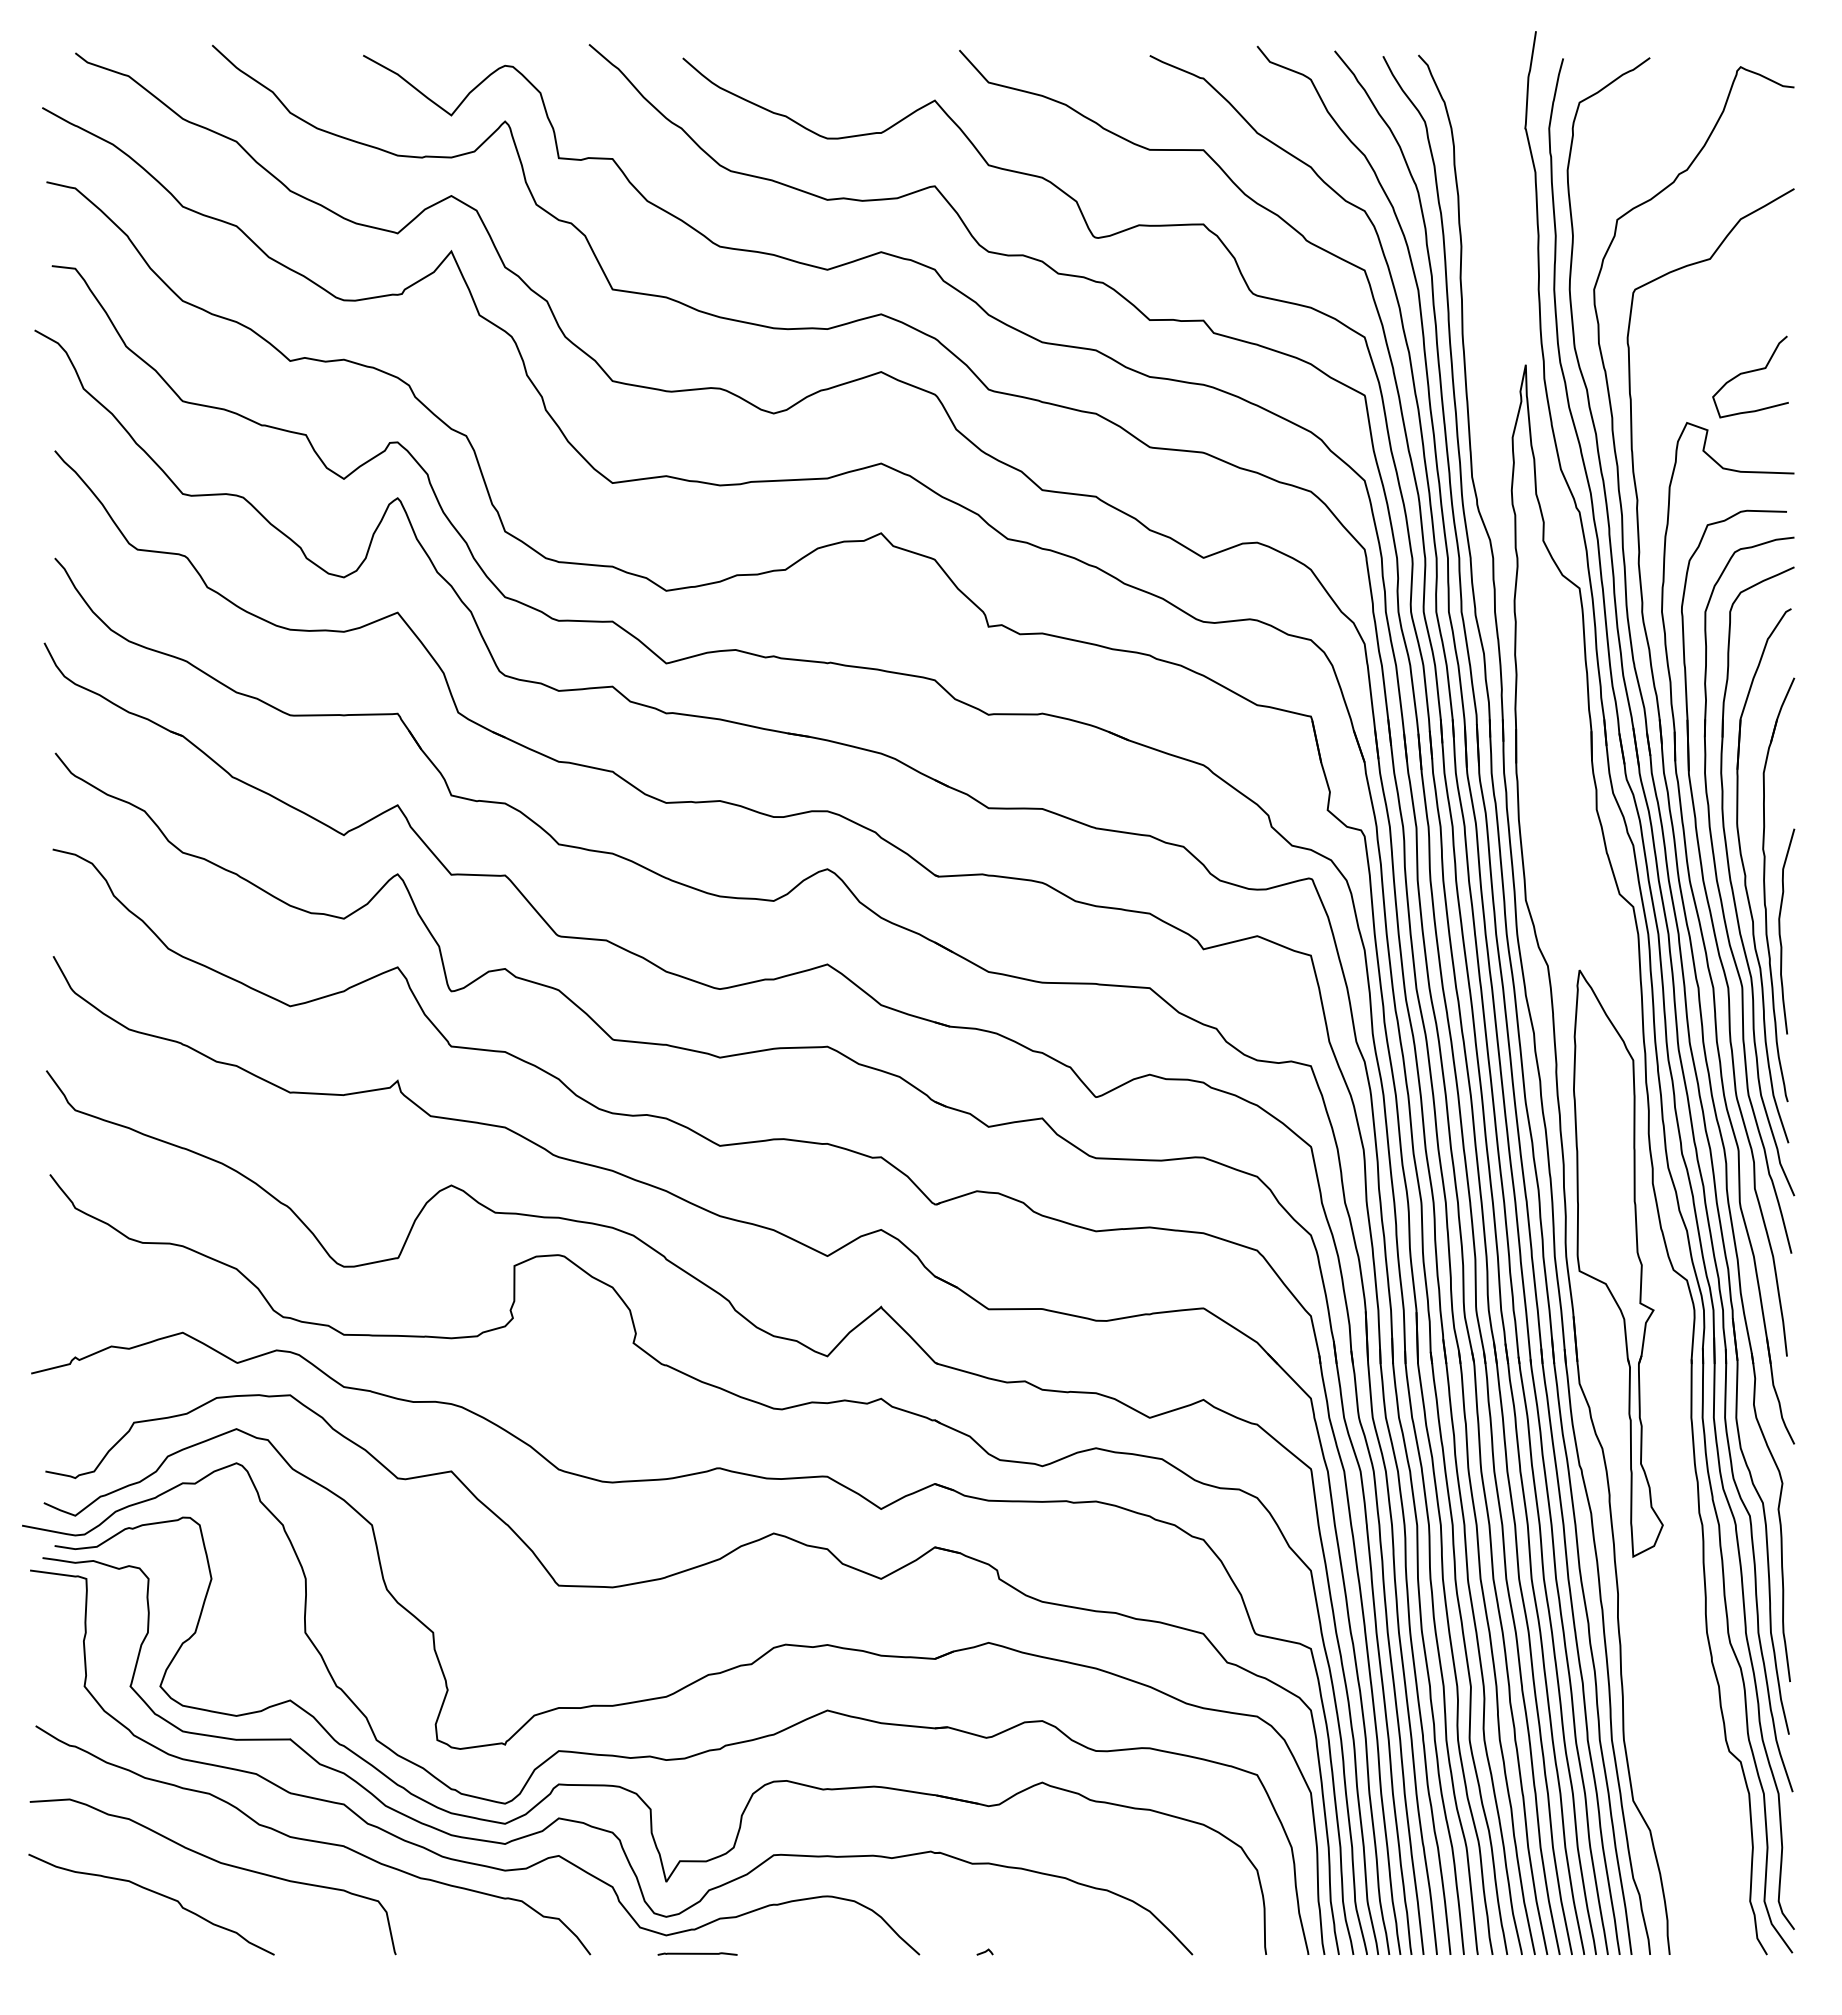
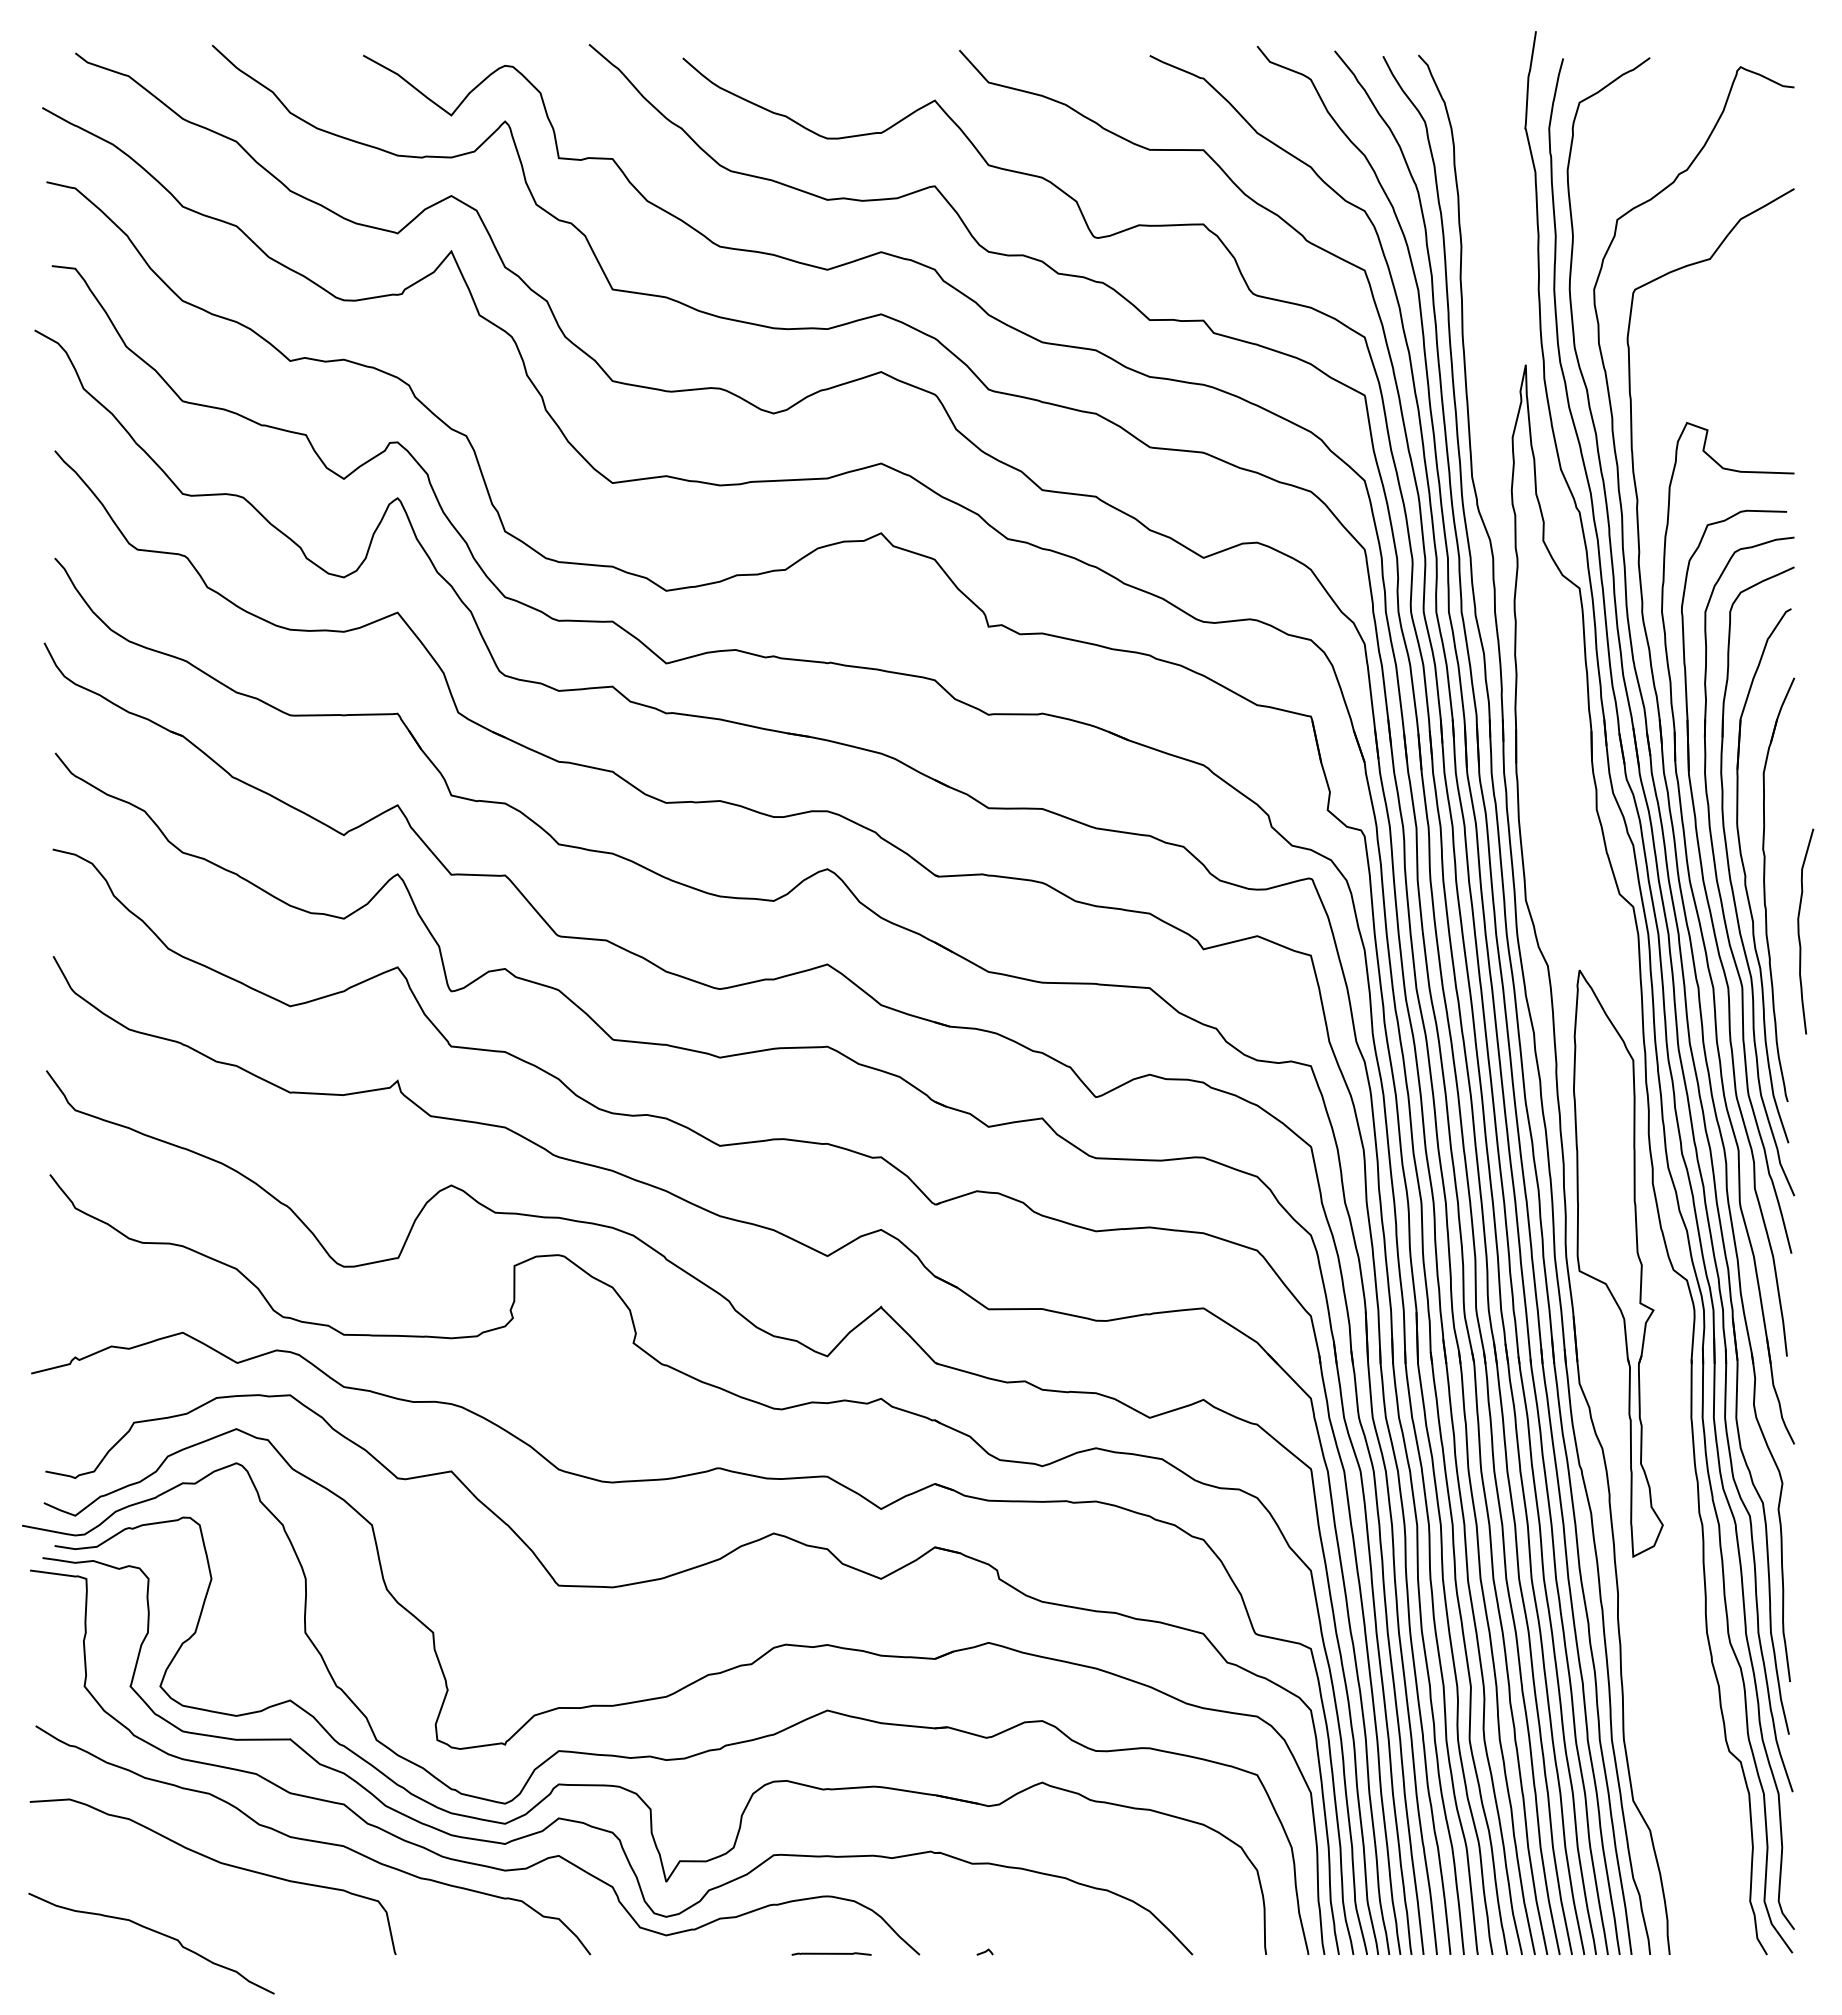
curve at (1750, 372): present -> none
curve at (1780, 931) position: (1780, 931) -> (1799, 931)
curve at (157, 1894) position: (157, 1894) -> (157, 1933)
line at (697, 1953) position: (697, 1953) -> (831, 1953)
